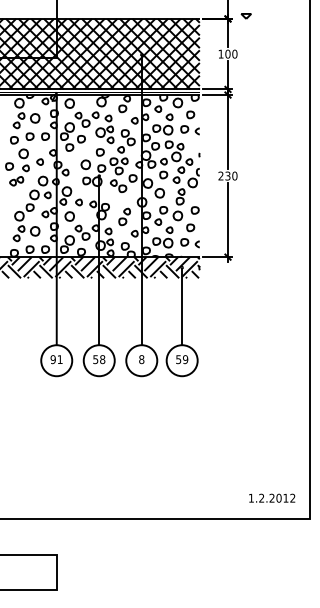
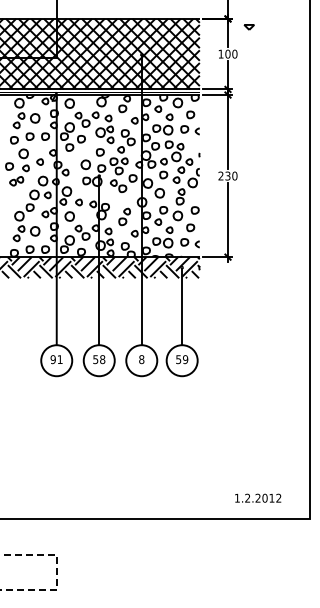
part at (245, 16) position: (245, 16) -> (248, 27)
text at (272, 497) position: (272, 497) -> (258, 497)
line at (56, 572): solid -> dashed
